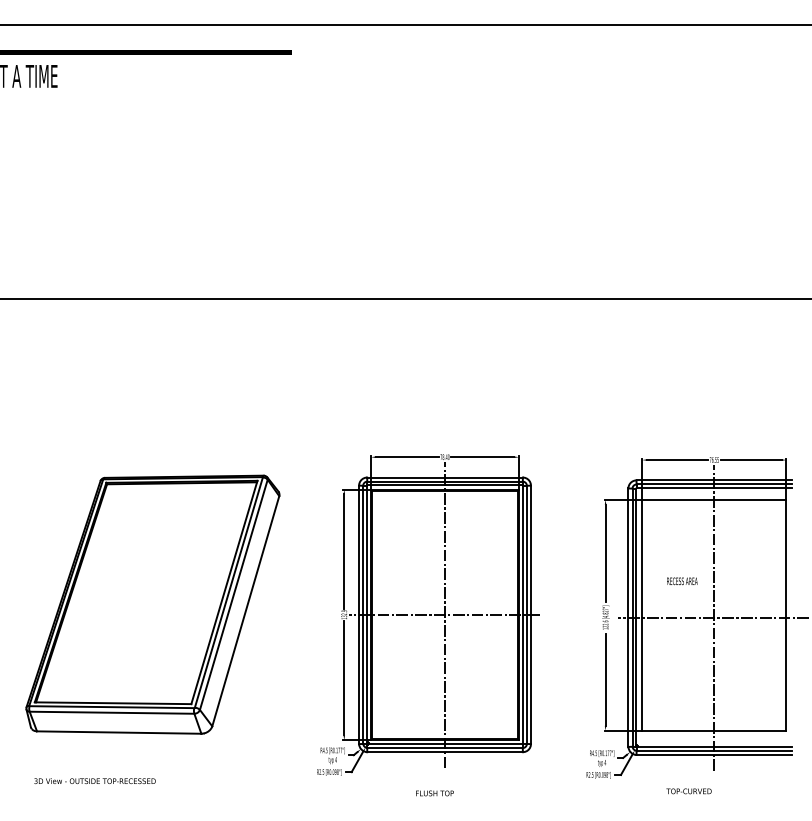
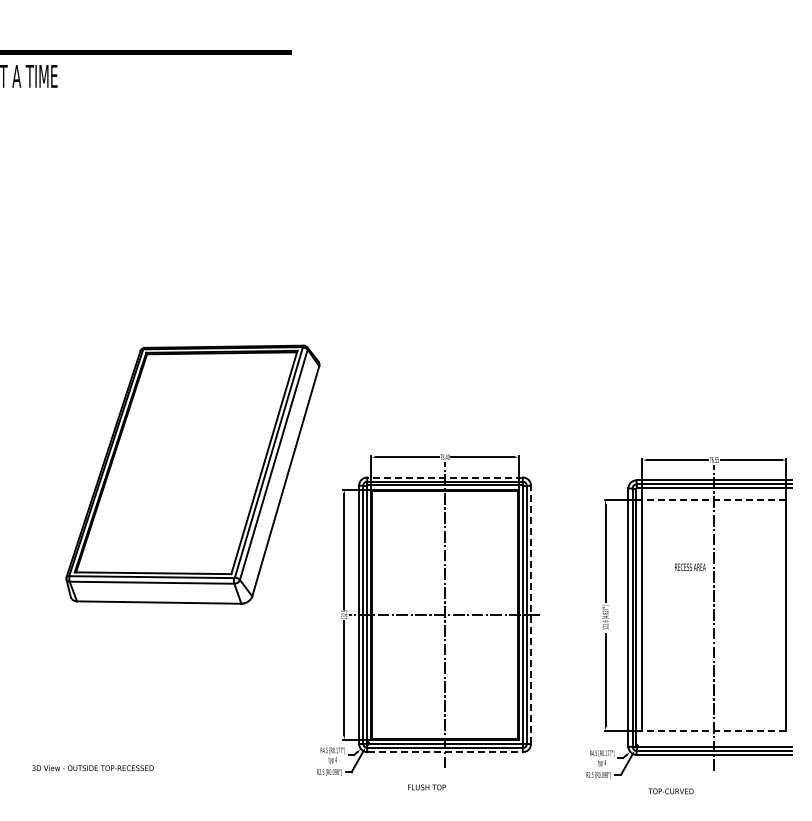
line at (405, 24): present -> none
line at (405, 299): present -> none
line at (445, 477): solid -> dashed
line at (713, 499): solid -> dashed
text at (682, 581) position: (682, 581) -> (690, 567)
part at (152, 604) position: (152, 604) -> (192, 474)
line at (531, 614): solid -> dashed
line at (713, 617): present -> none
line at (713, 730): solid -> dashed
line at (445, 752): solid -> dashed
text at (94, 781) position: (94, 781) -> (92, 768)
text at (688, 791) position: (688, 791) -> (670, 791)
text at (434, 793) position: (434, 793) -> (426, 787)
